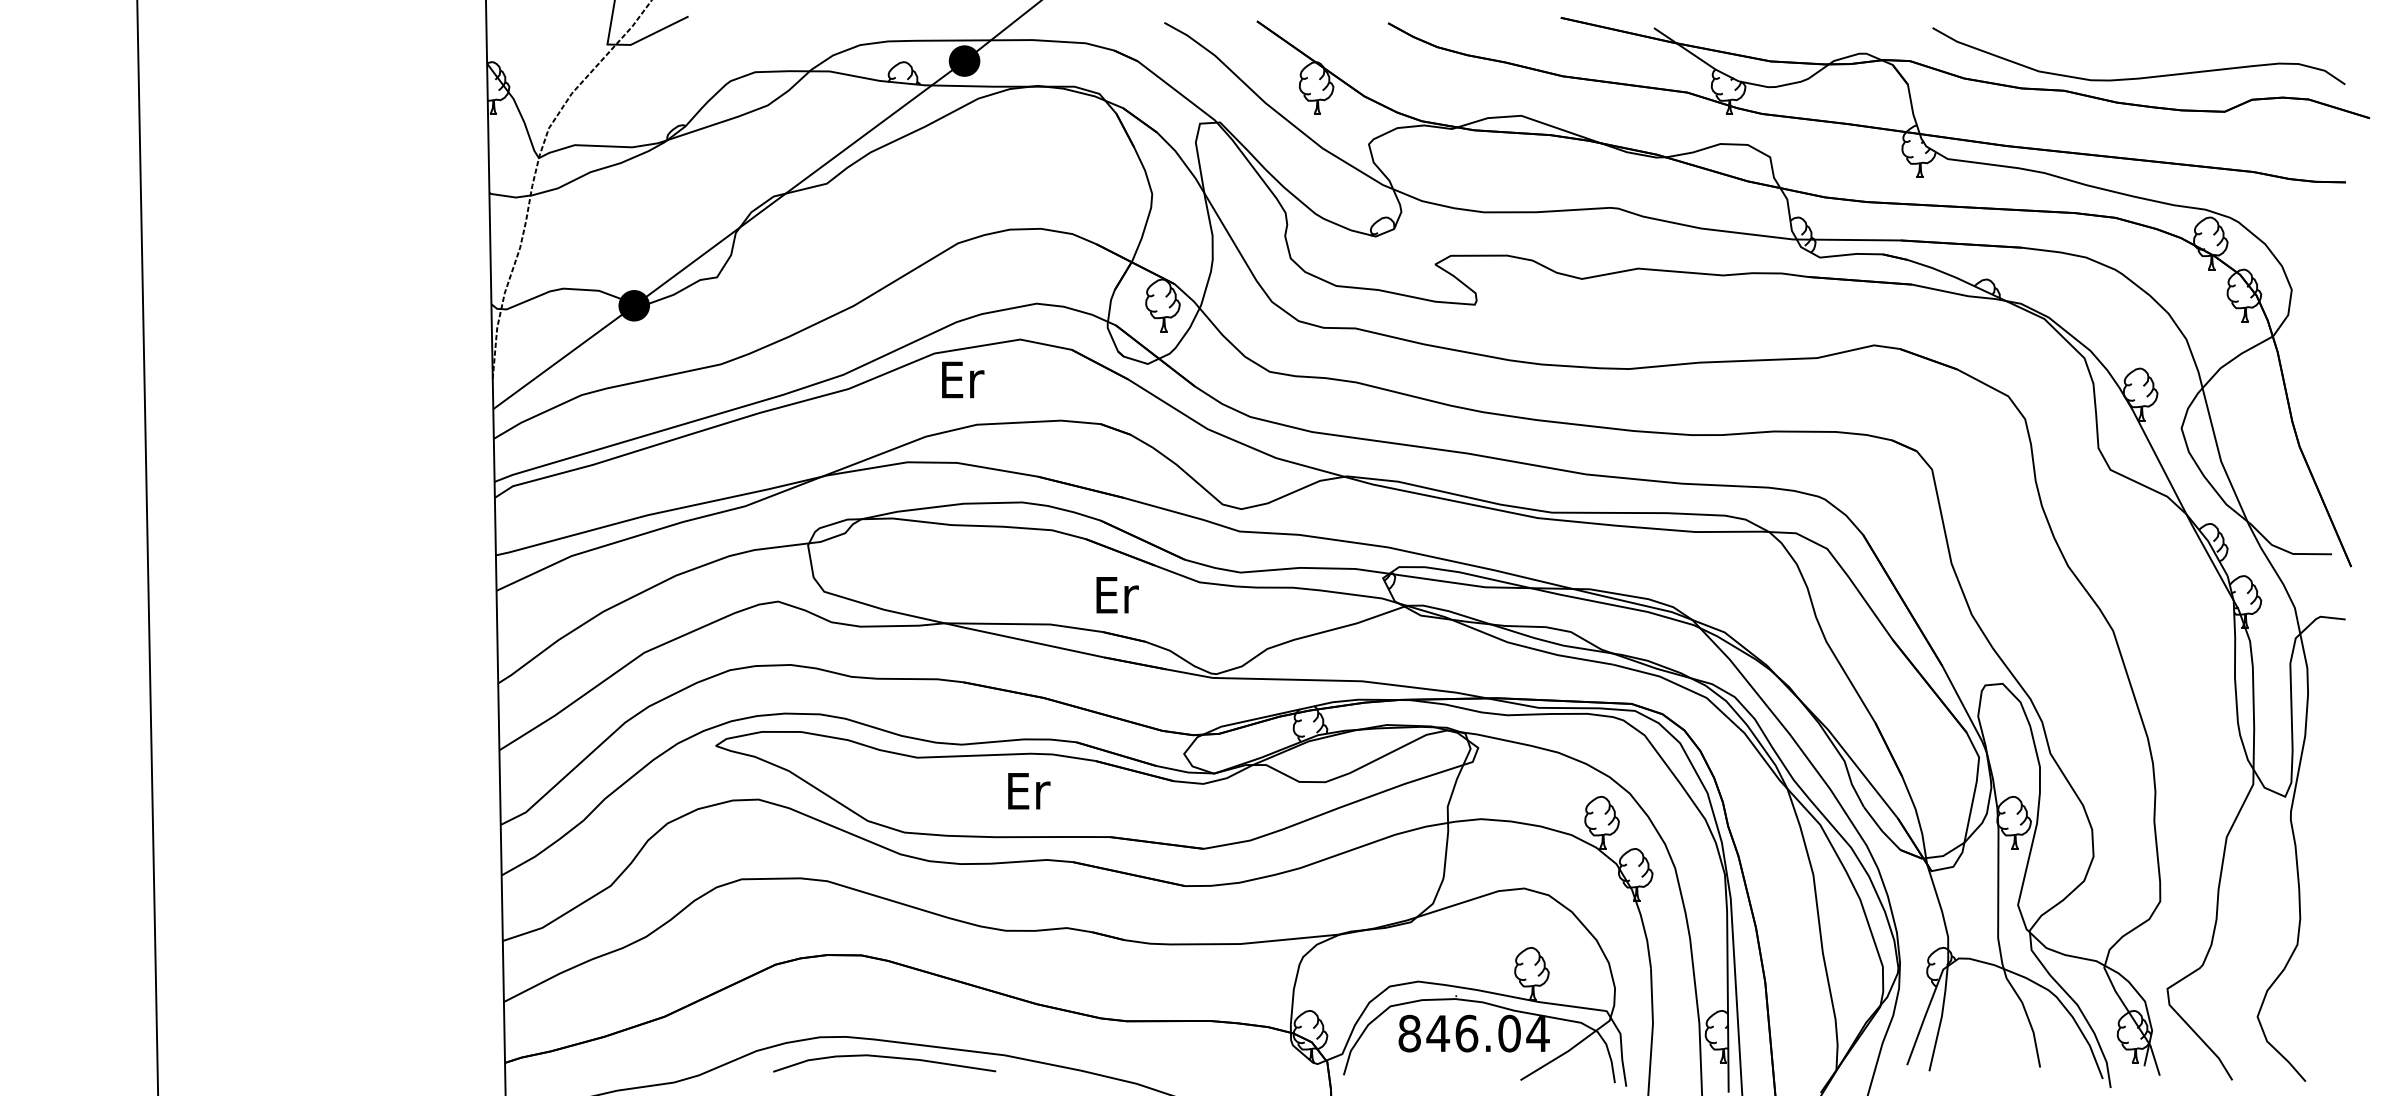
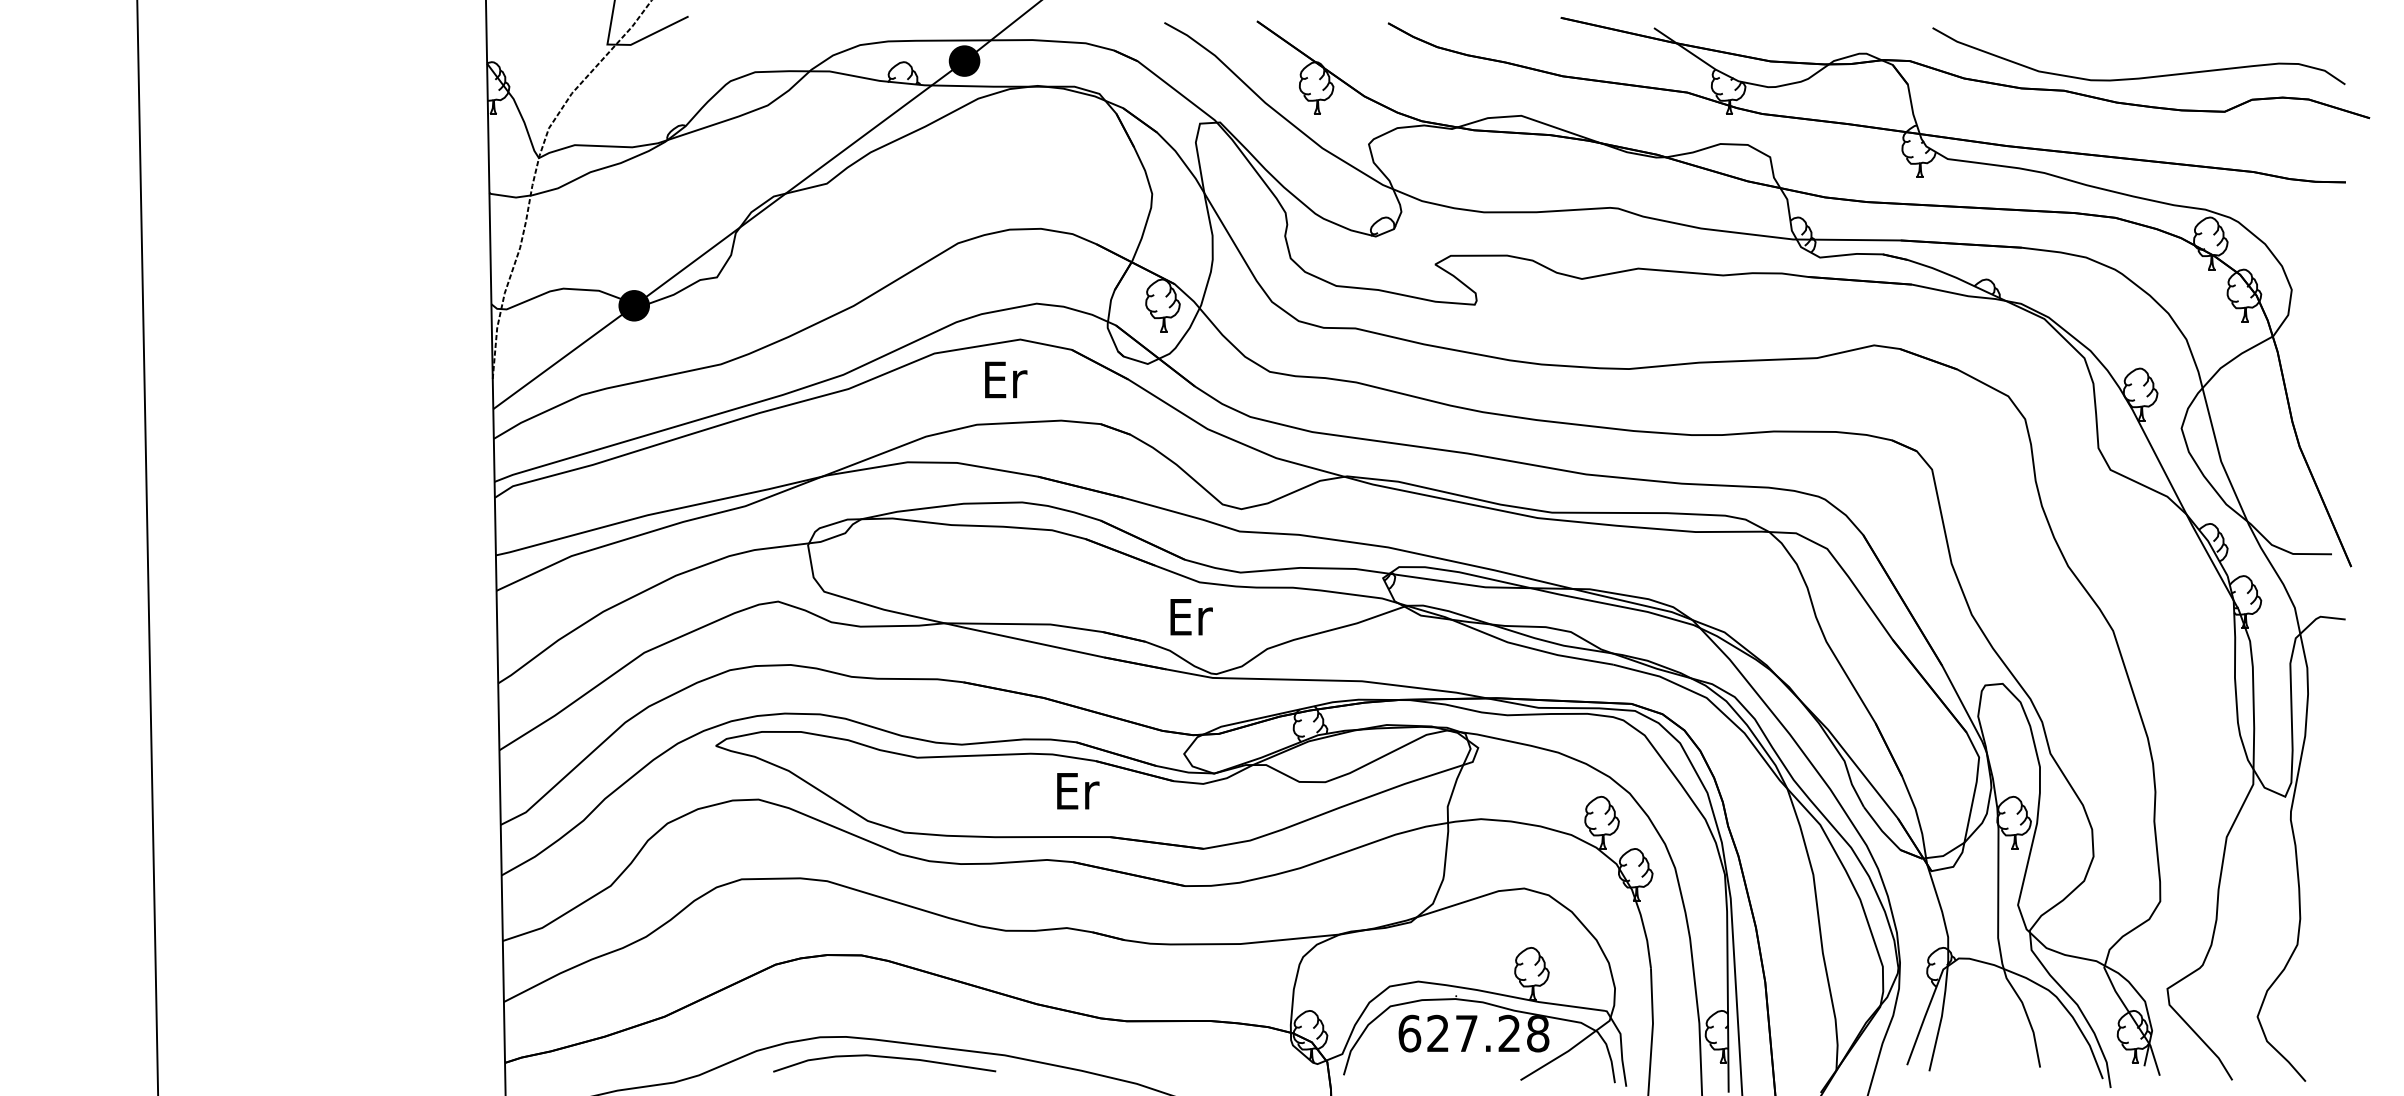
text at (963, 379) position: (963, 379) -> (1006, 379)
text at (1117, 595) position: (1117, 595) -> (1191, 617)
text at (1029, 791) position: (1029, 791) -> (1078, 791)
text at (1473, 1033): 846.04 -> 627.28
